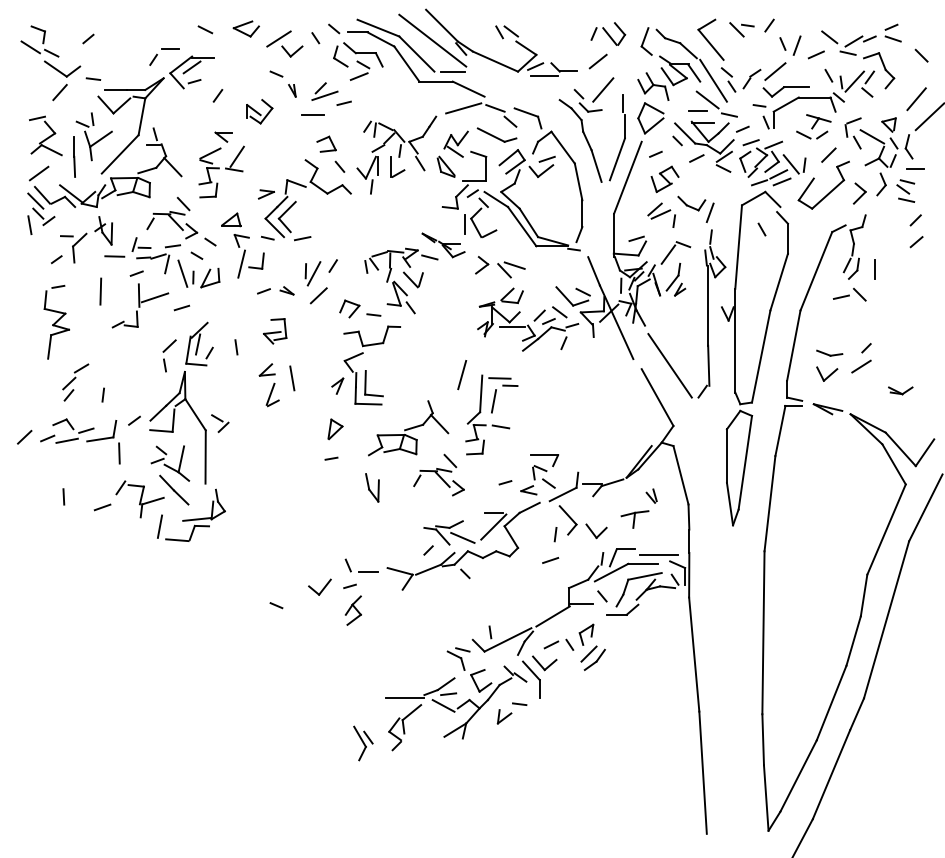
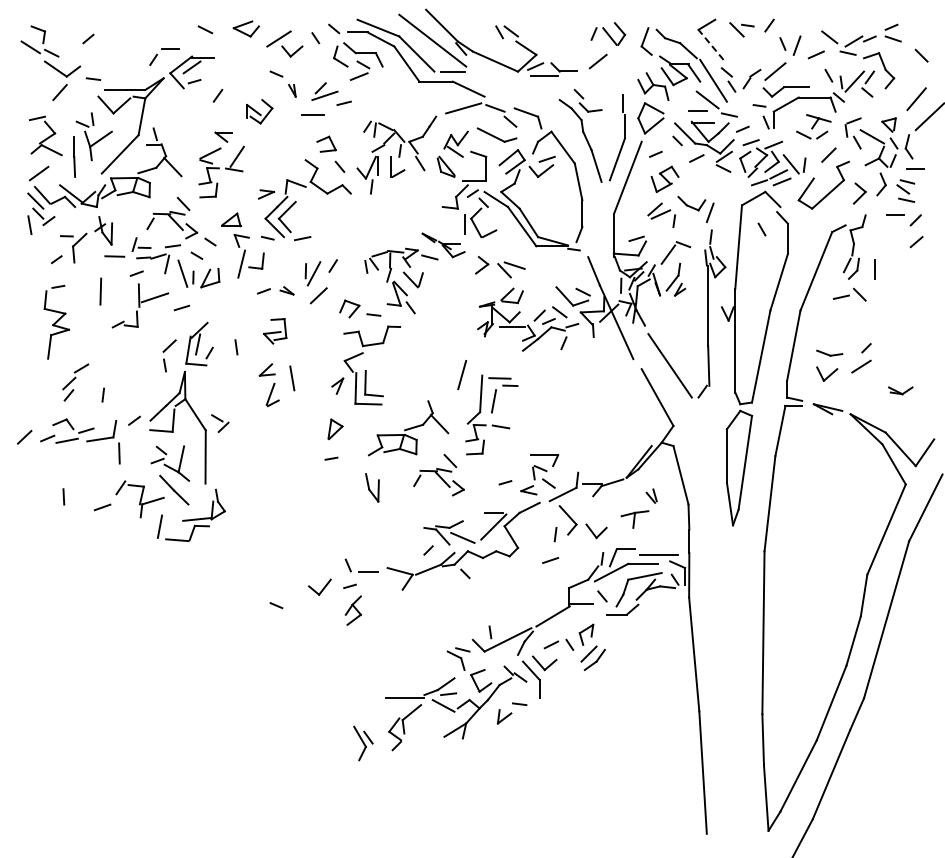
line at (711, 44): solid -> dashed
line at (603, 89): present -> none
line at (895, 214): none -> present
